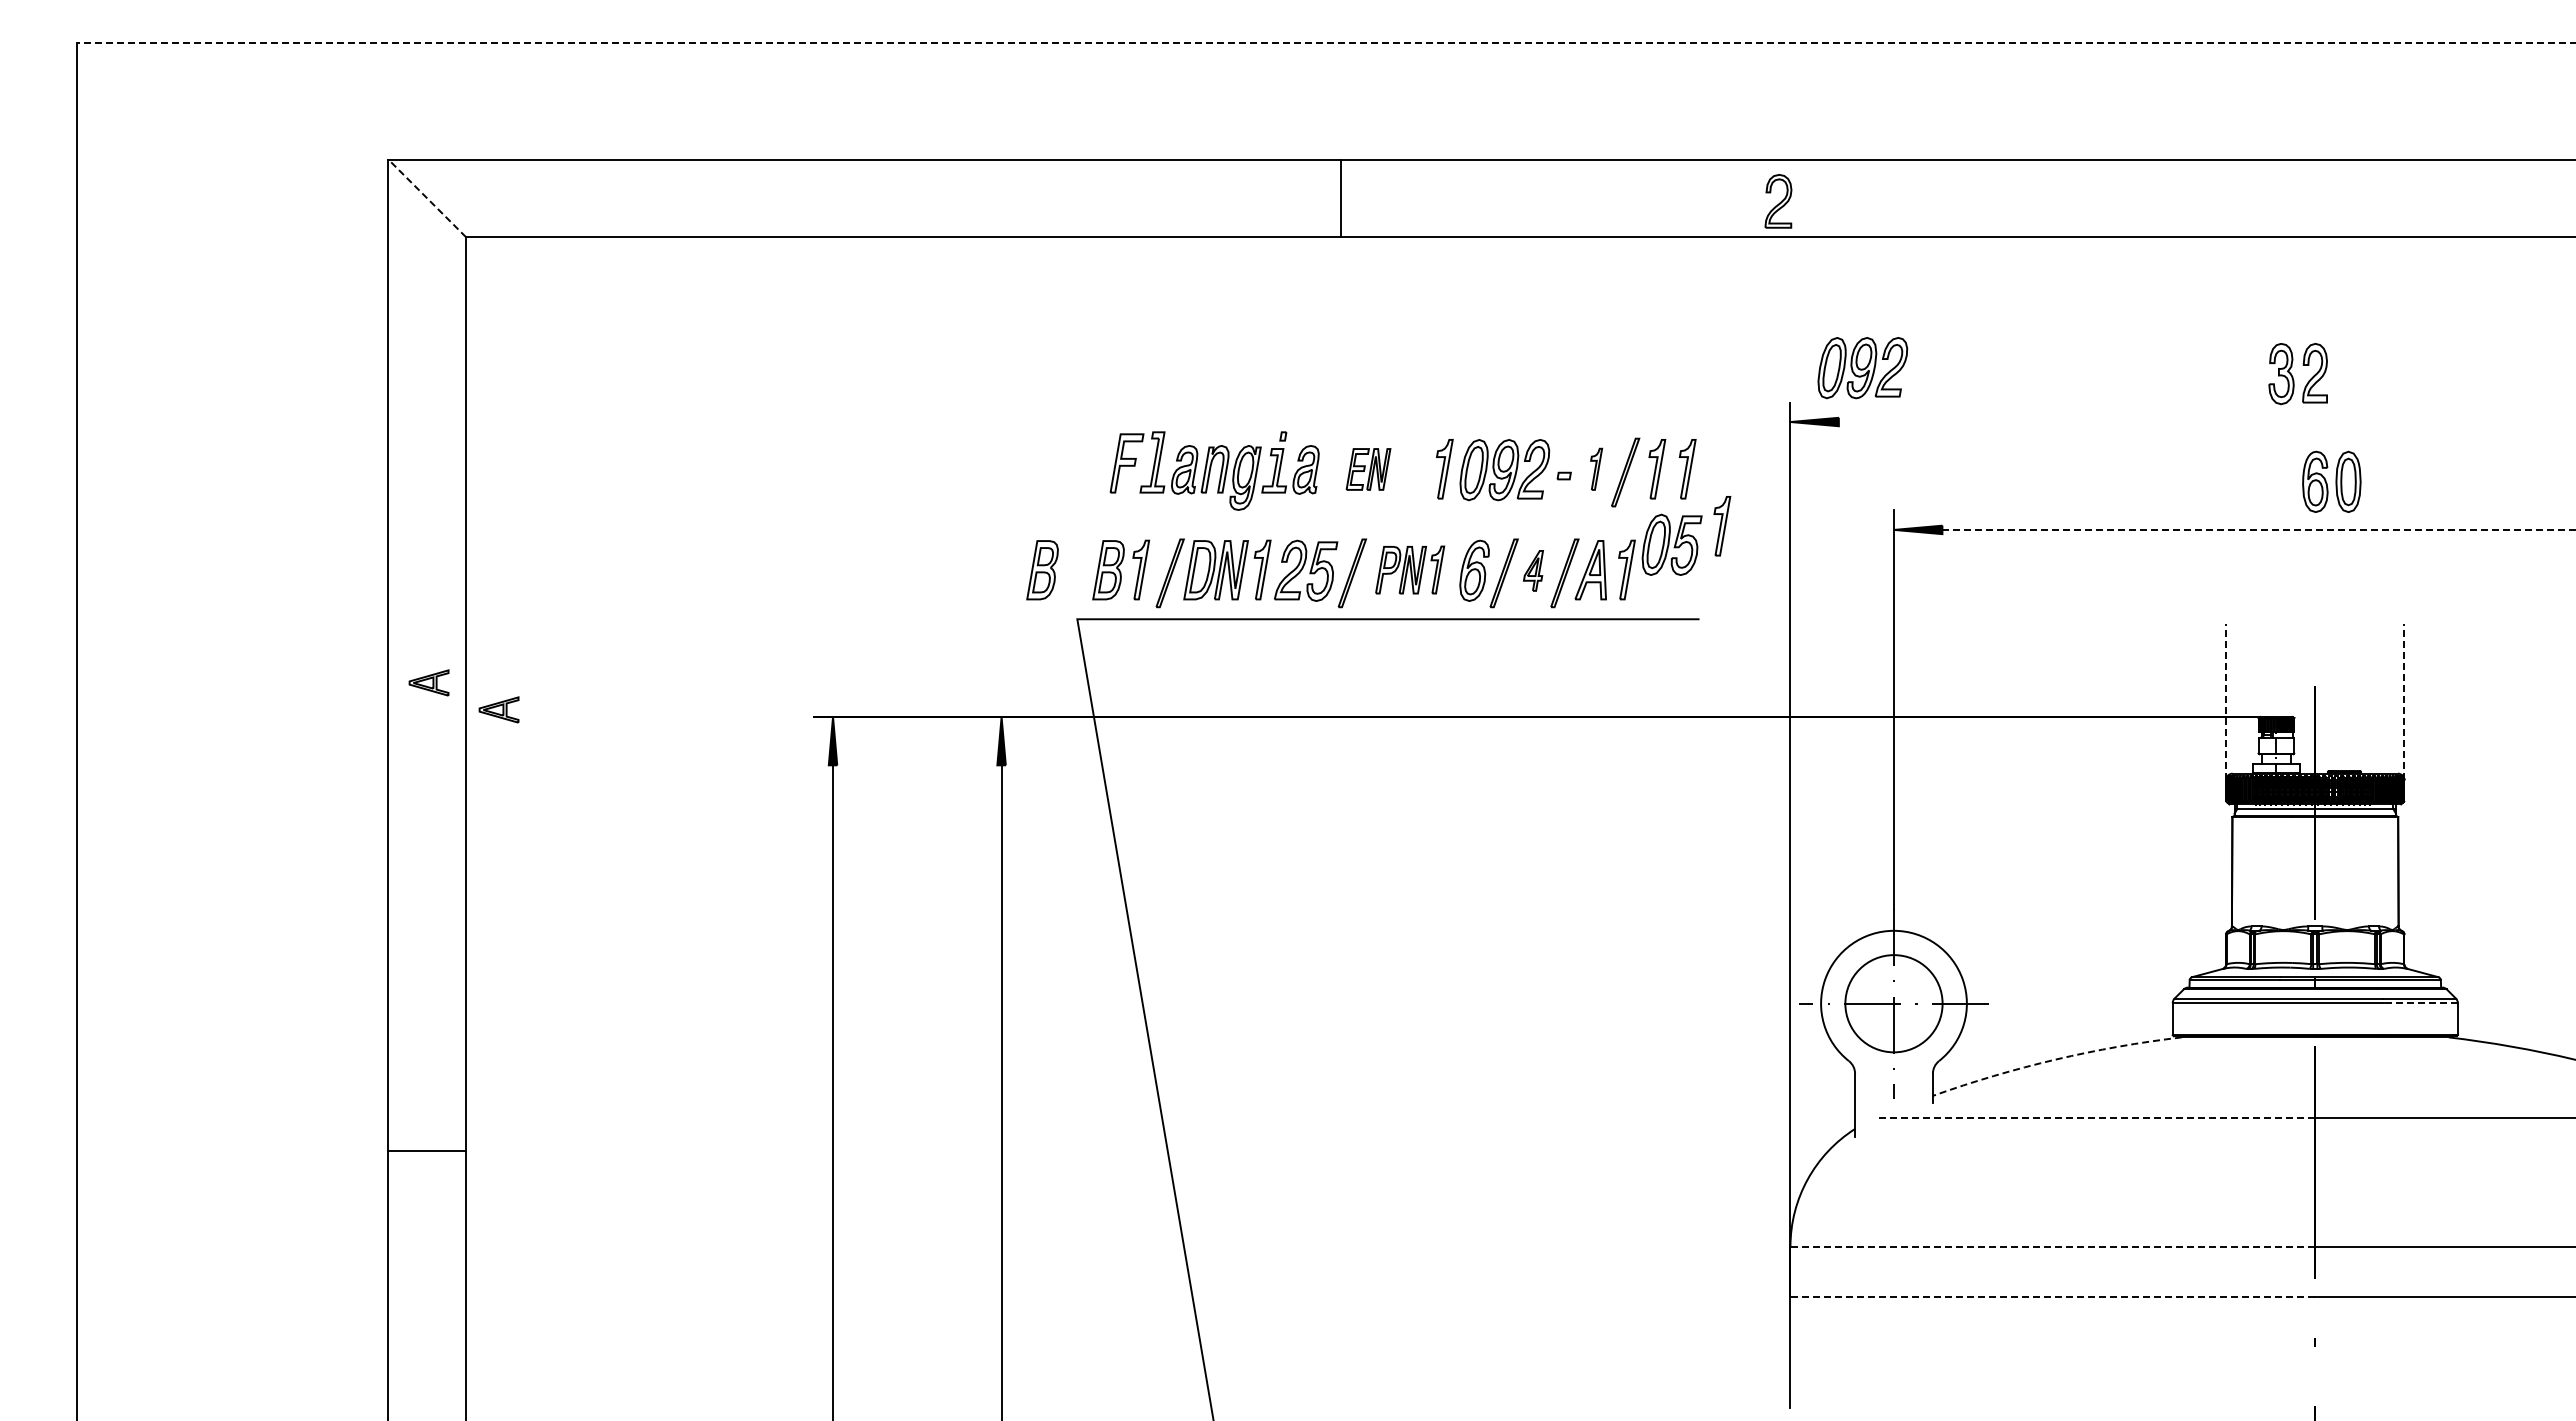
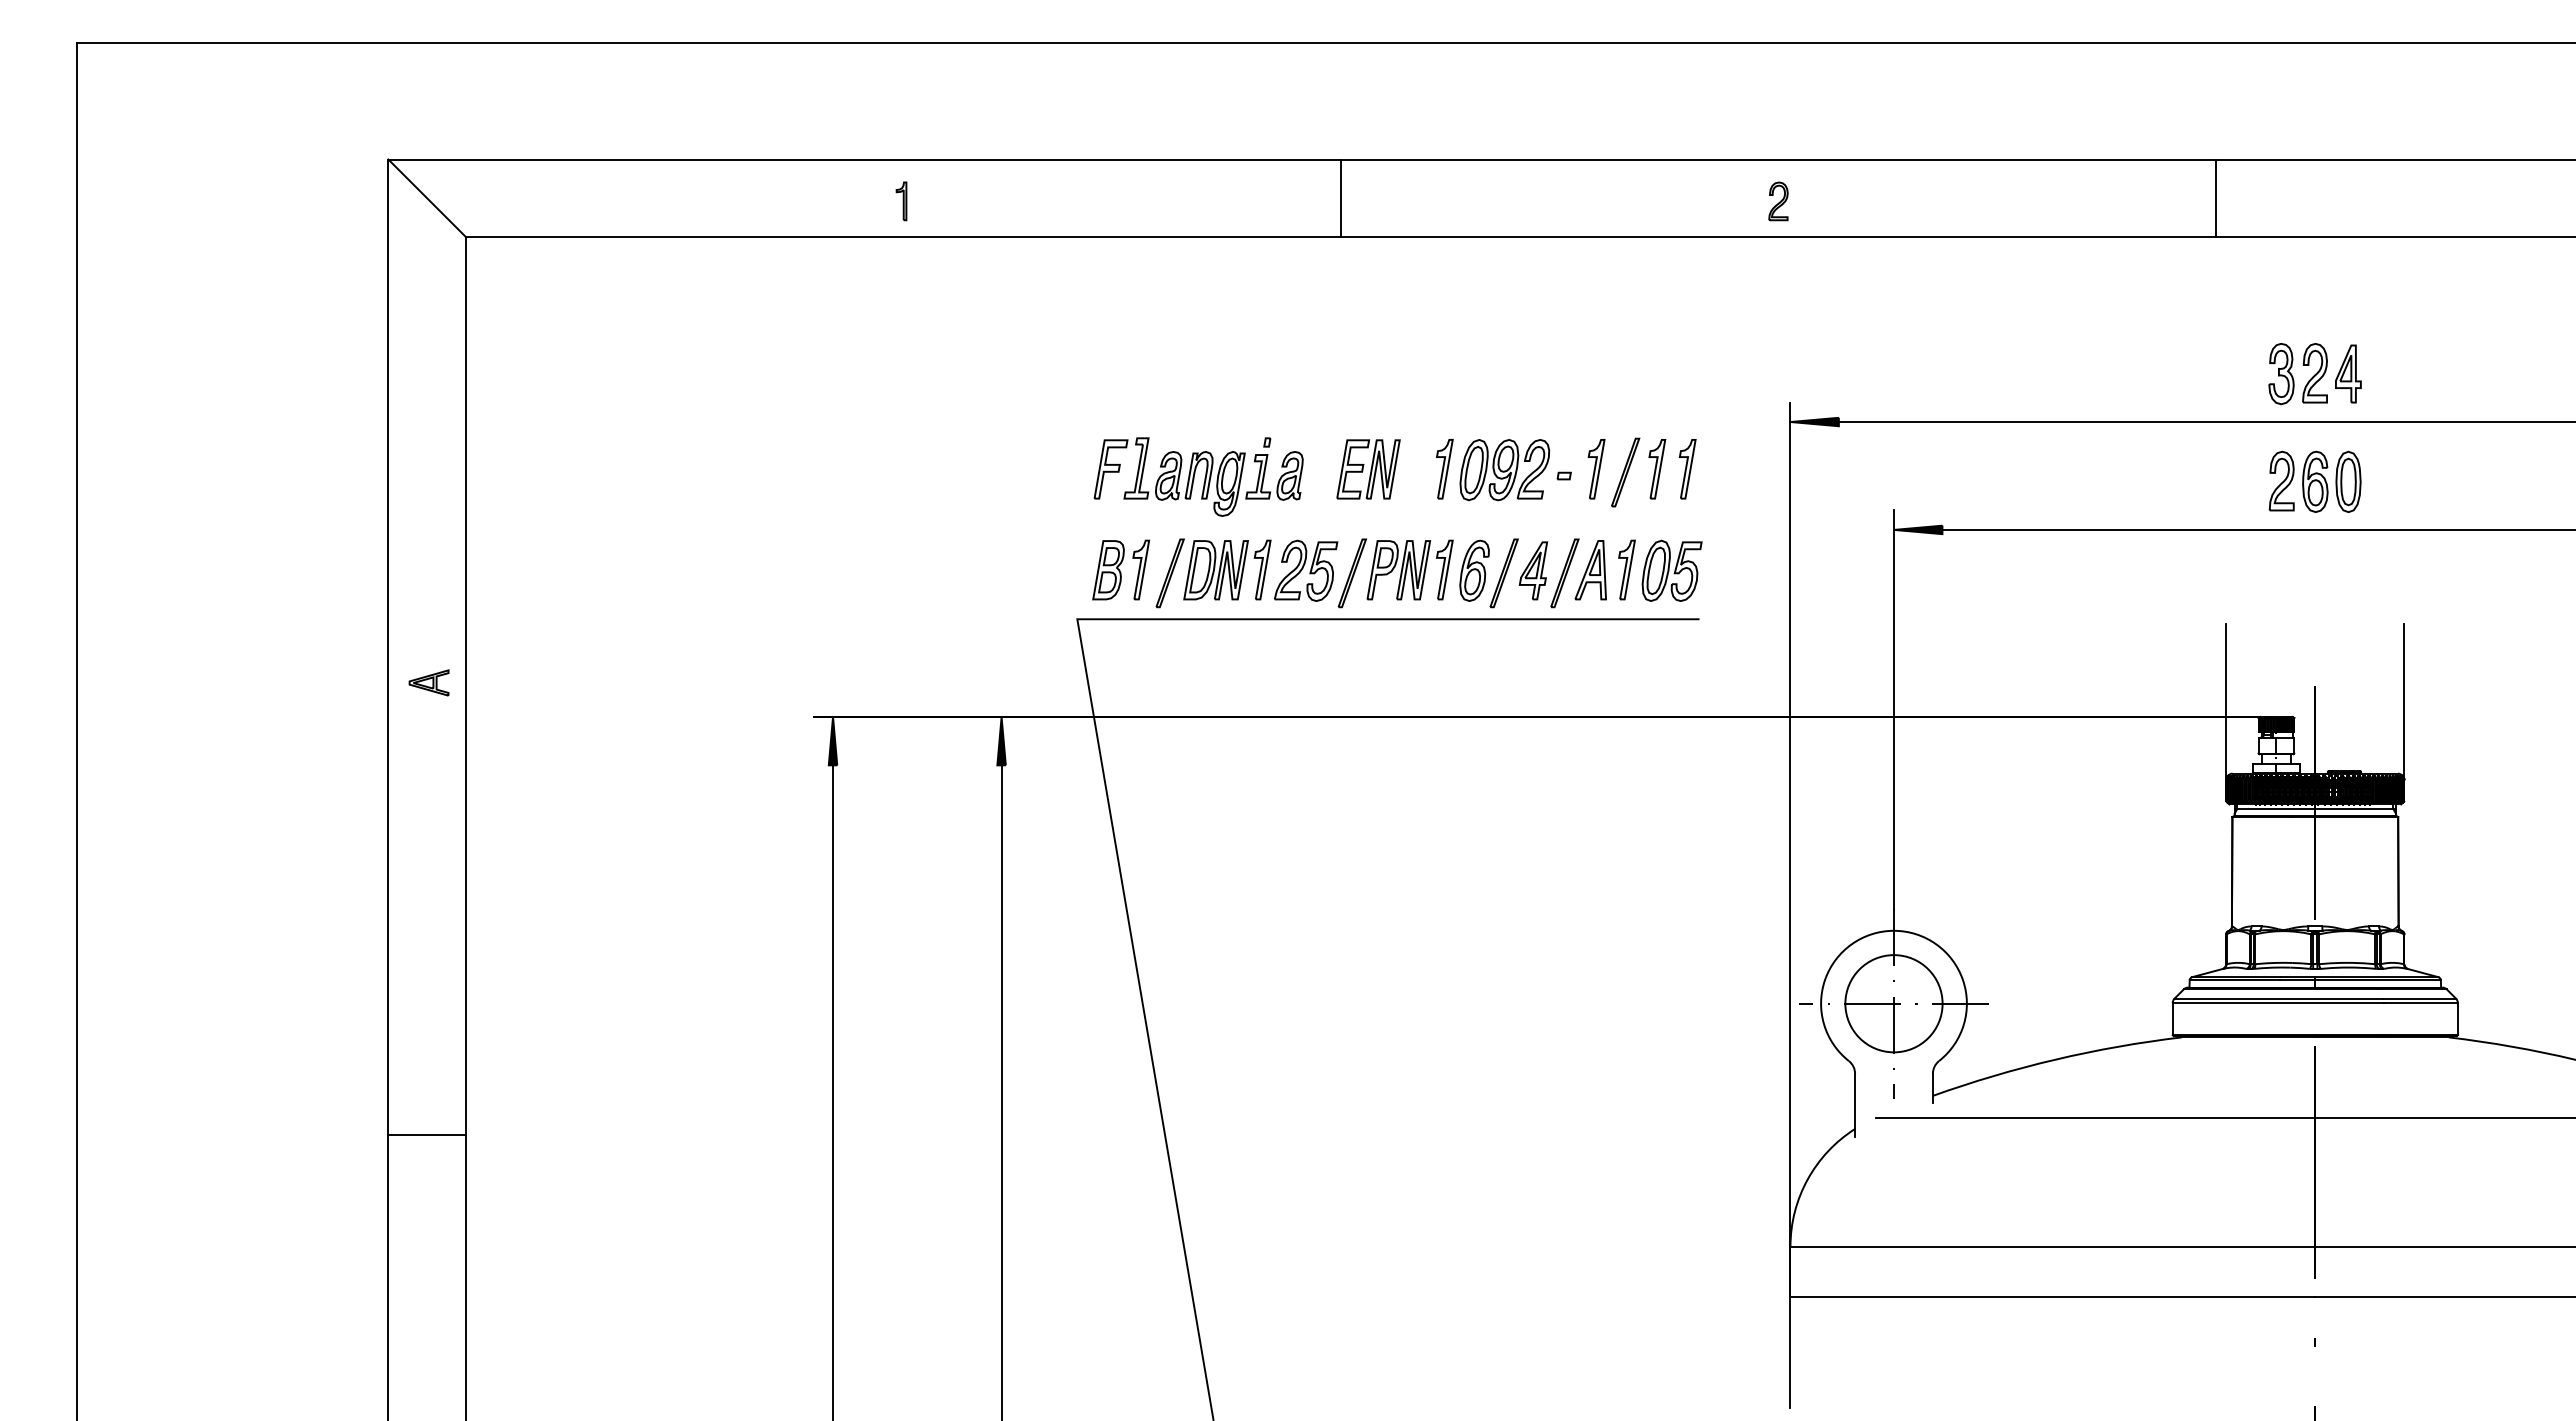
line at (1326, 42): dashed -> solid
line at (427, 198): dashed -> solid
line at (2216, 198): none -> present
part at (901, 201): none -> present
part at (1778, 201) size: 29x55 px -> 21x41 px
part at (1862, 368): present -> none
part at (2348, 373): none -> present
line at (2205, 422): none -> present
part at (1596, 468) size: 14x44 px -> 19x61 px
part at (1368, 469) size: 47x43 px -> 65x61 px
part at (1214, 470) position: (1214, 470) -> (1198, 476)
part at (2281, 480): none -> present
part at (1722, 526): present -> none
line at (2259, 529): dashed -> solid
part at (1671, 544) position: (1671, 544) -> (1671, 570)
part at (1410, 569) size: 71x50 px -> 88x62 px
part at (1042, 570): present -> none
part at (1533, 570) size: 21x42 px -> 31x60 px
line at (2226, 702): dashed -> solid
line at (2404, 702): dashed -> solid
part at (498, 709): present -> none
line at (2420, 1003): dashed -> solid
arc at (2055, 1059): dashed -> solid
line at (2095, 1118): dashed -> solid
line at (427, 1150) position: (427, 1150) -> (427, 1134)
line at (2052, 1246): dashed -> solid
line at (2052, 1296): dashed -> solid
